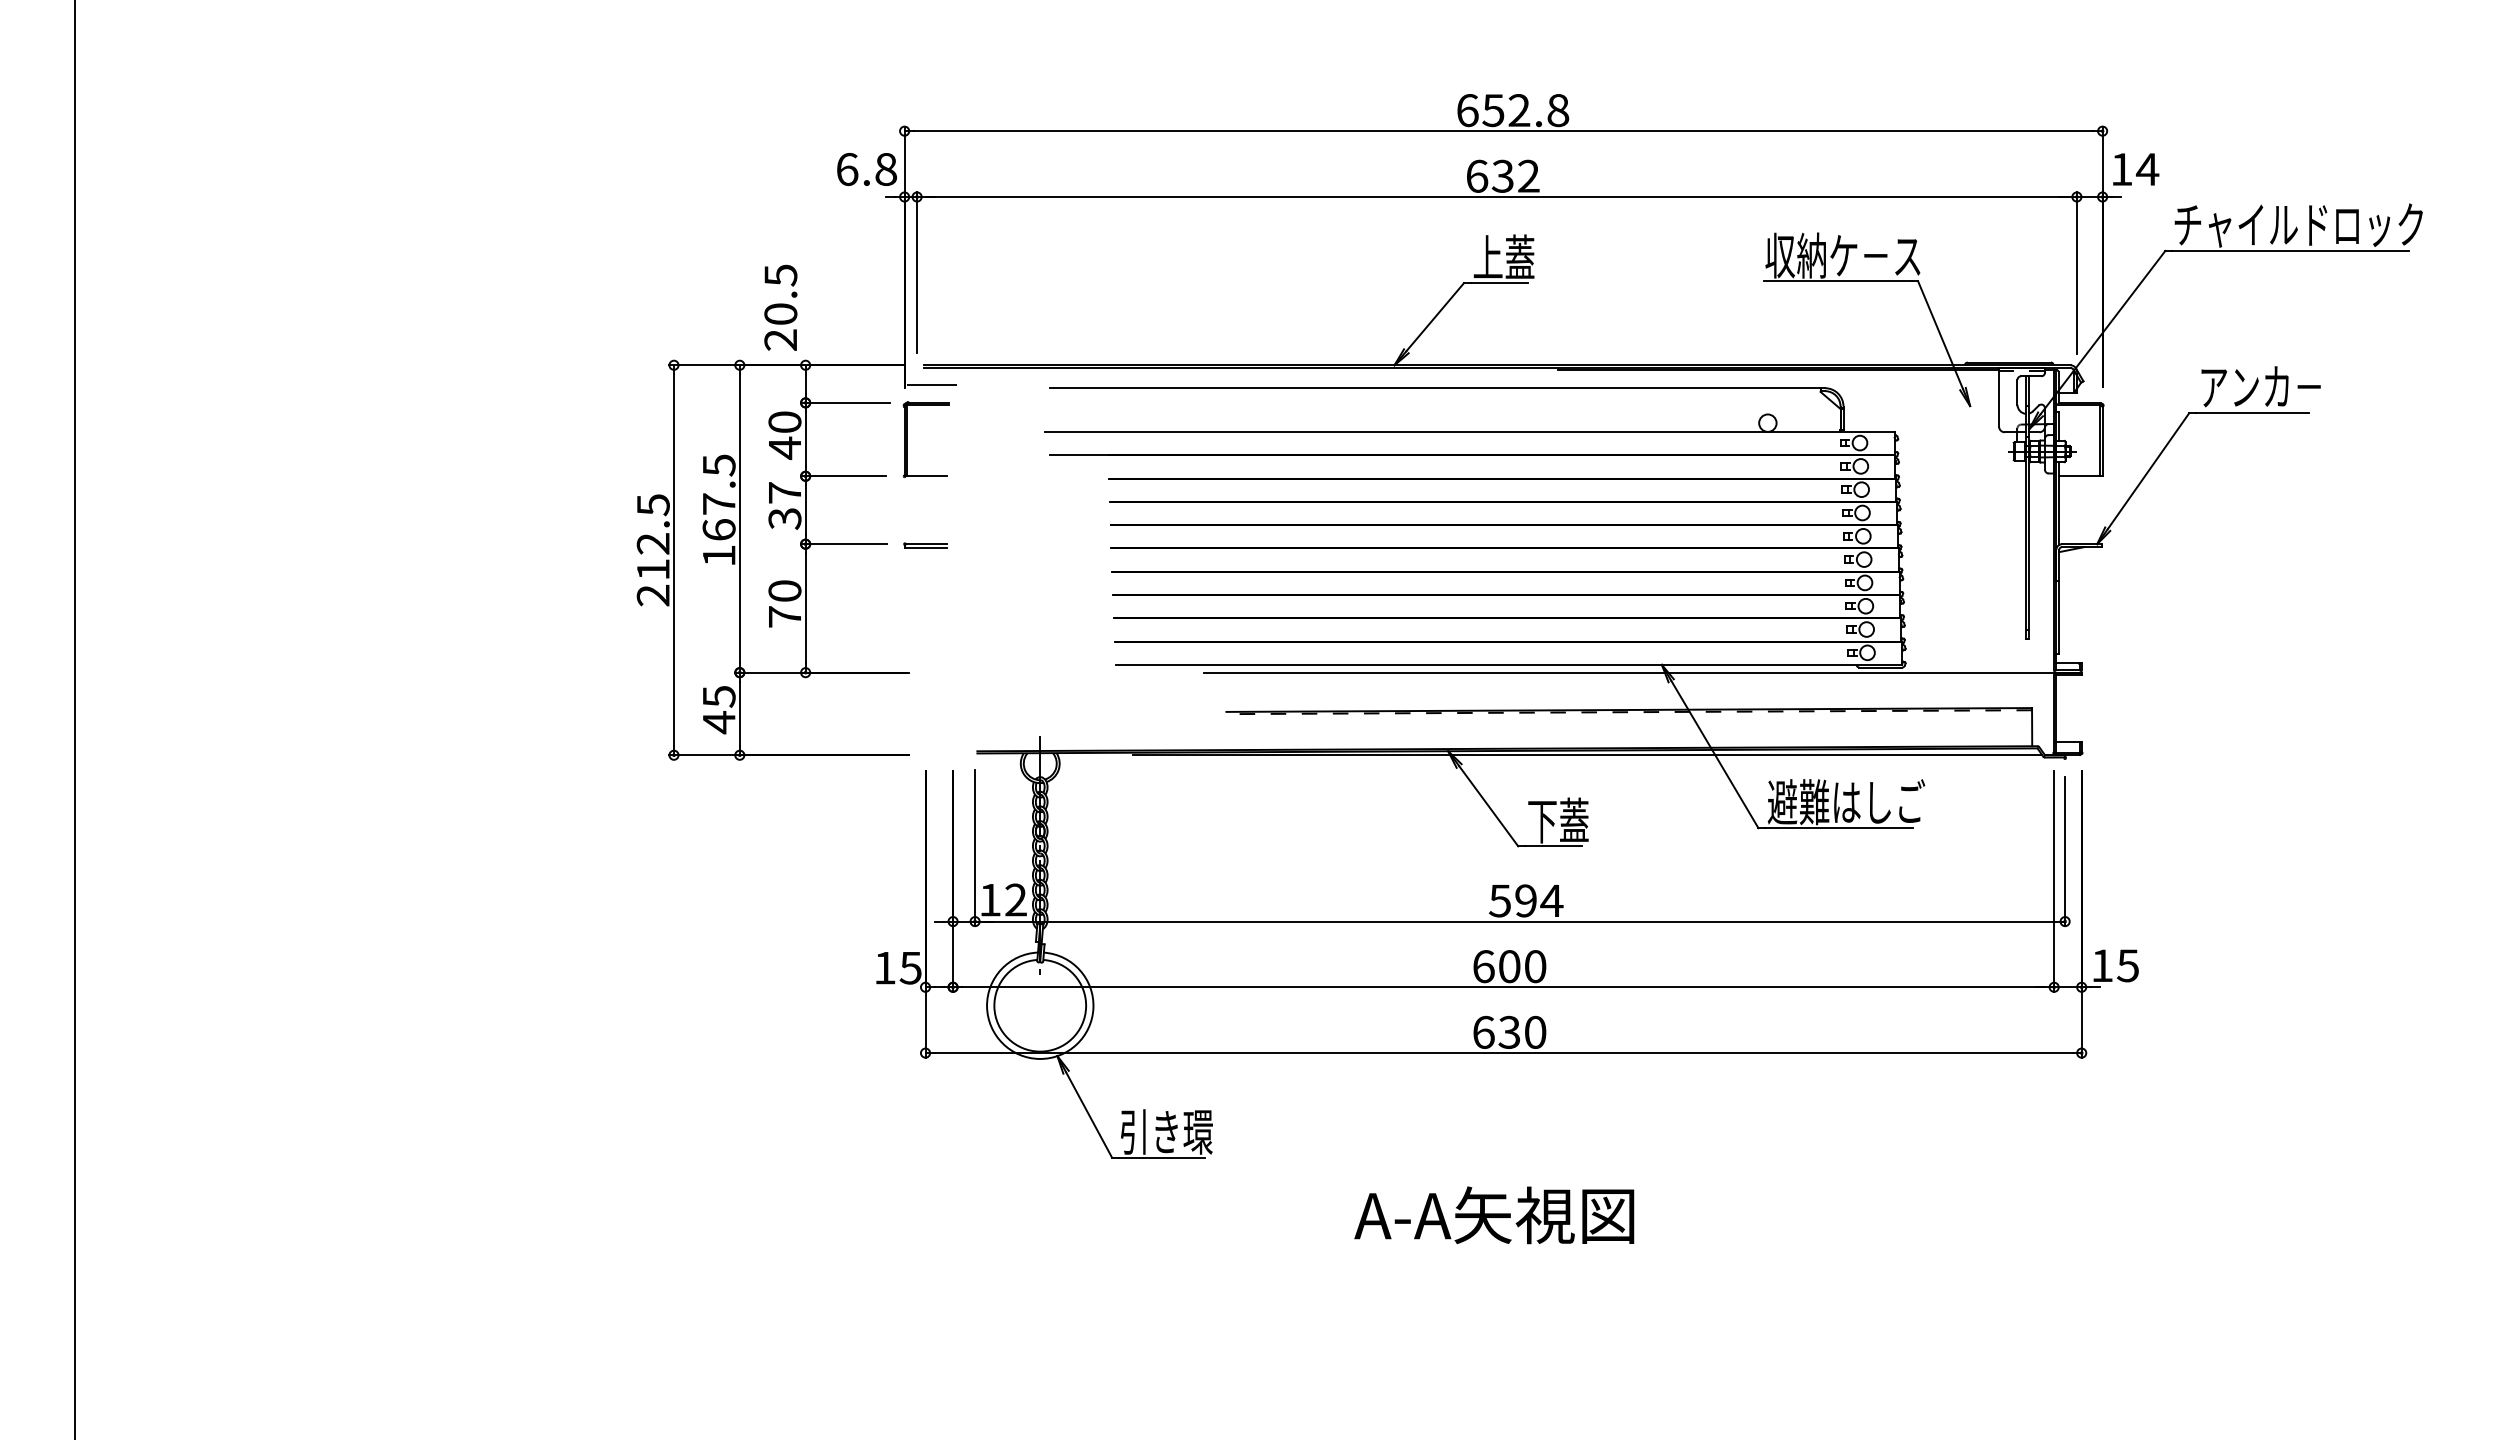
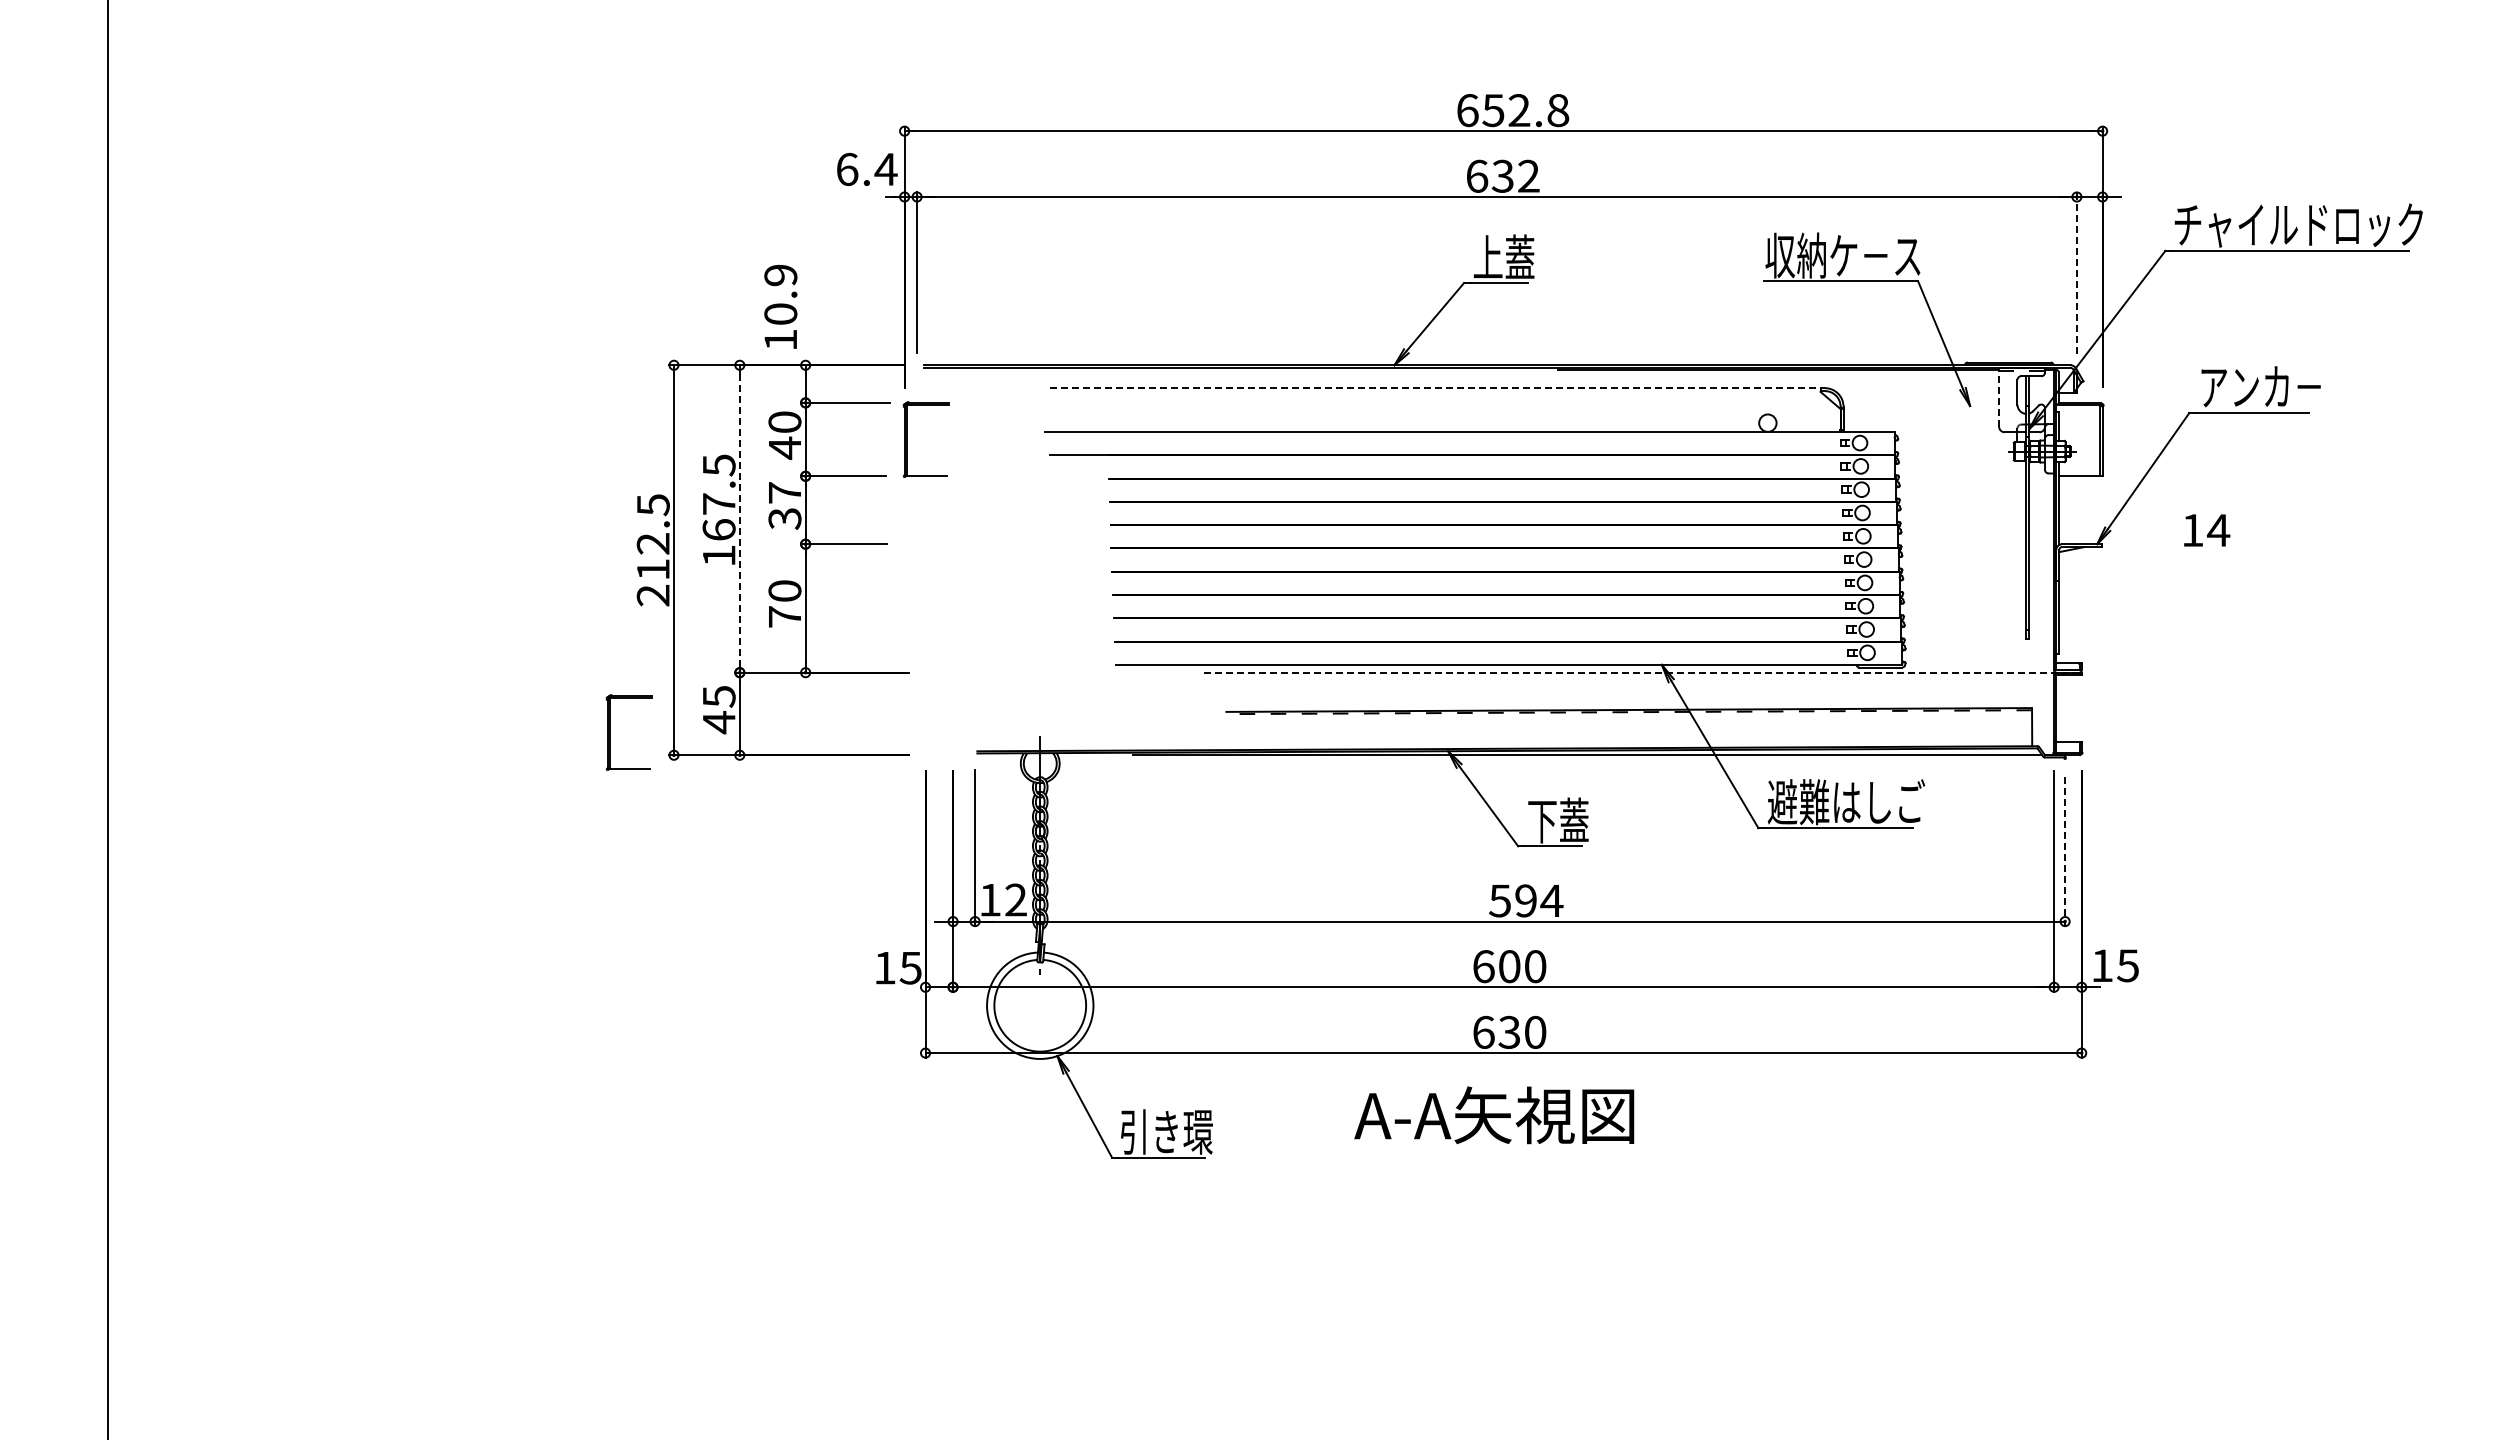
text at (885, 169): 6.8 -> 6.4
text at (2136, 169) position: (2136, 169) -> (2207, 530)
line at (2076, 273): solid -> dashed
text at (780, 307): 20.5 -> 10.9
line at (931, 384): present -> none
line at (1435, 388): solid -> dashed
line at (1999, 396): solid -> dashed
line at (739, 518): solid -> dashed
part at (925, 545): present -> none
line at (1643, 672): solid -> dashed
line at (74, 719) position: (74, 719) -> (107, 719)
part at (610, 732): none -> present
line at (2065, 851): solid -> dashed
text at (1494, 1215) position: (1494, 1215) -> (1494, 1115)
